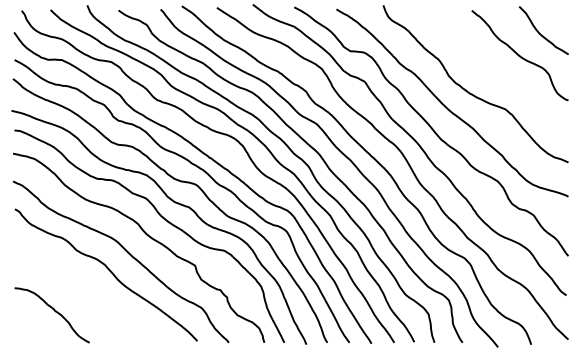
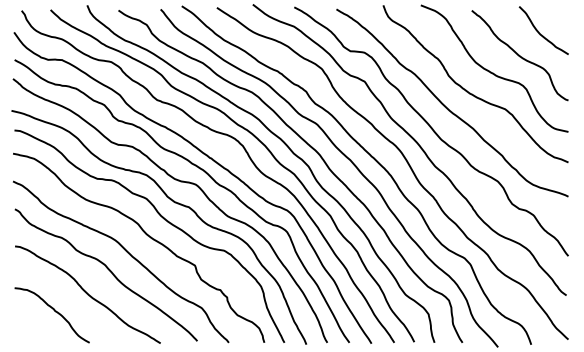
curve at (493, 72): none -> present
curve at (87, 294): none -> present
